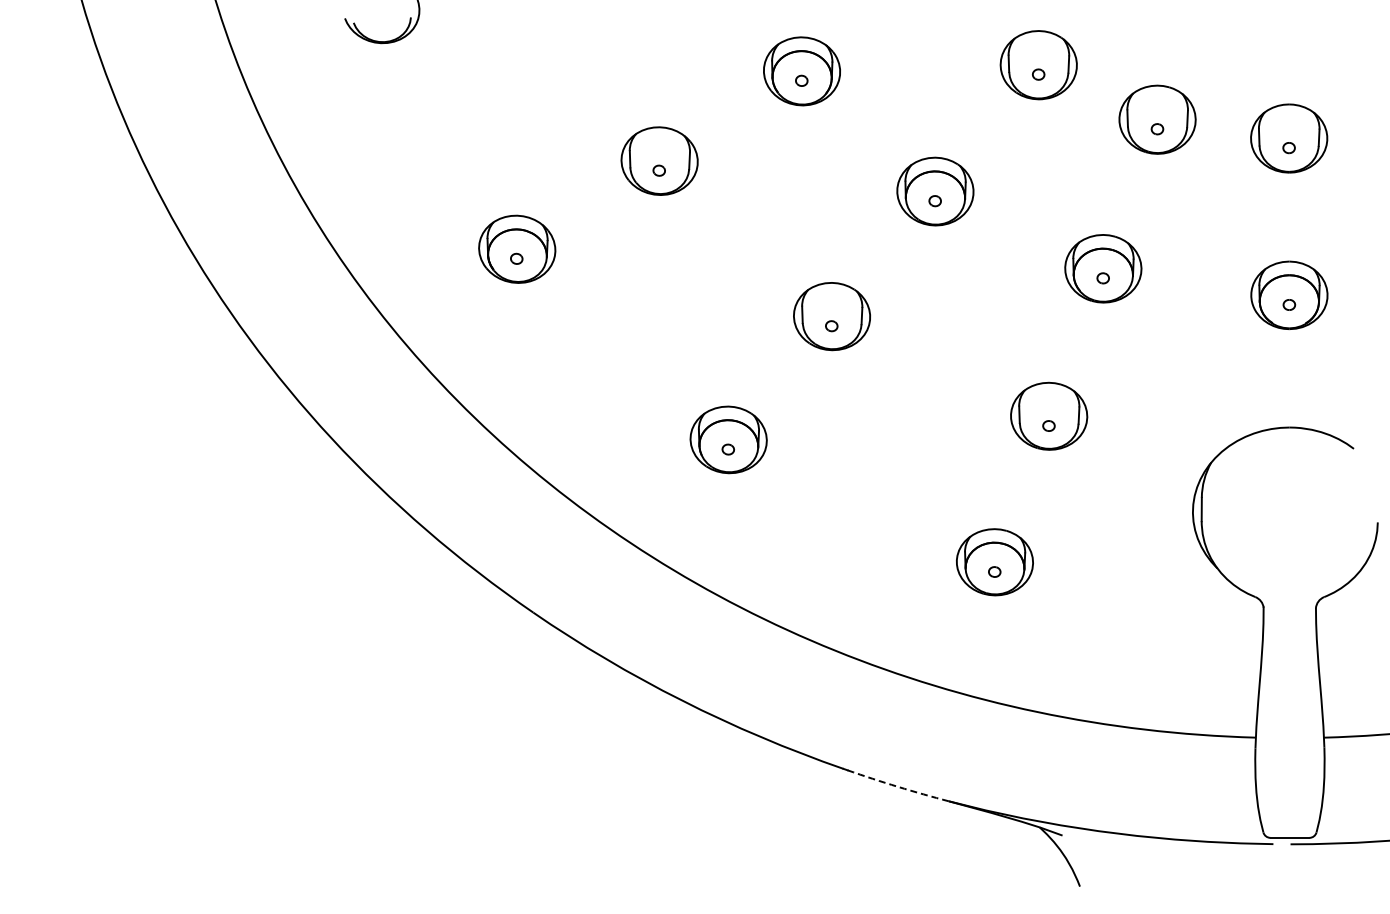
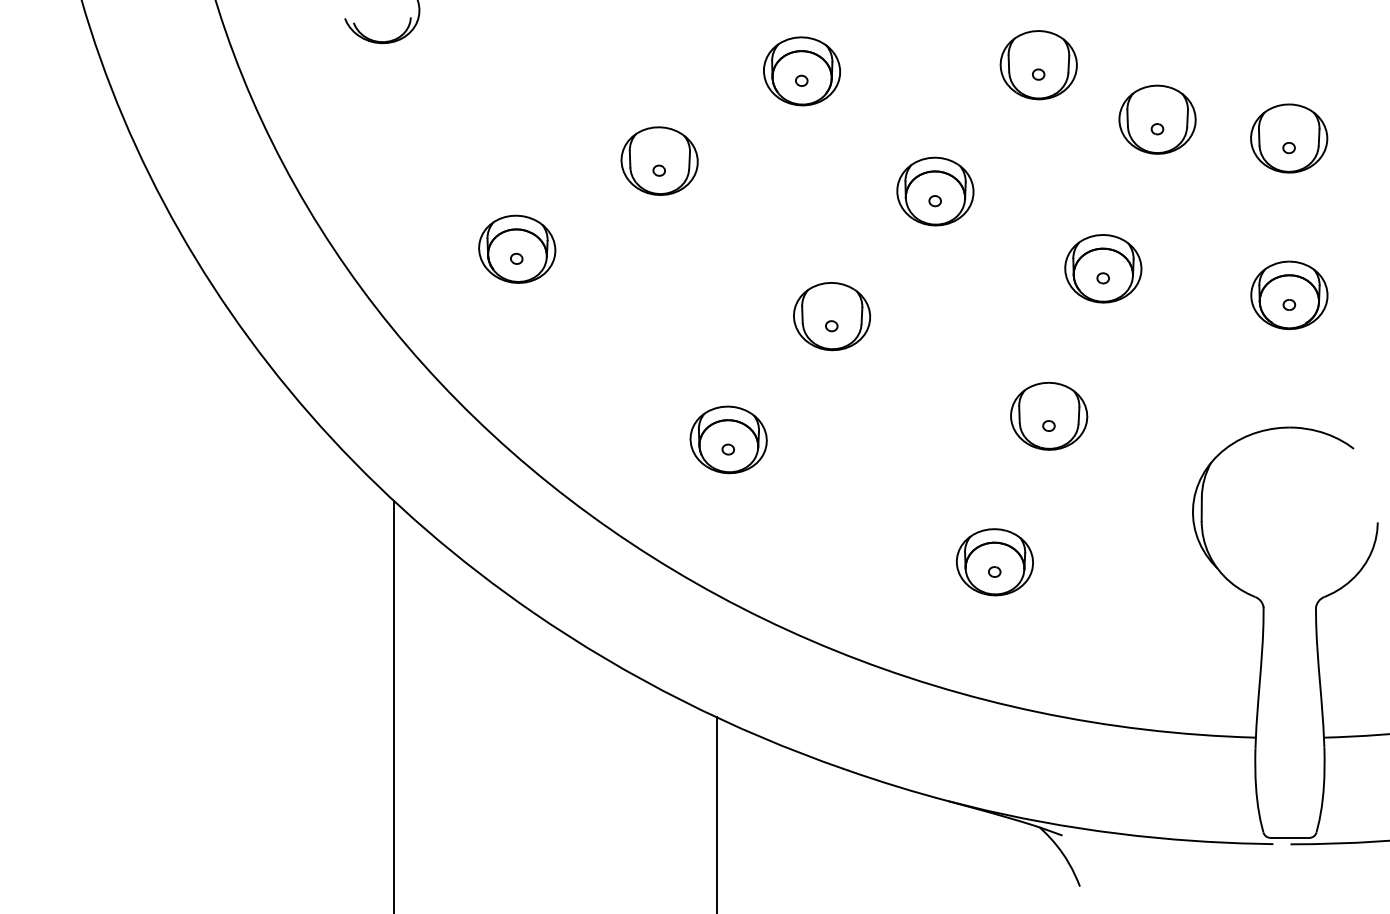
line at (393, 705): none -> present
arc at (898, 786): dashed -> solid
line at (716, 813): none -> present
